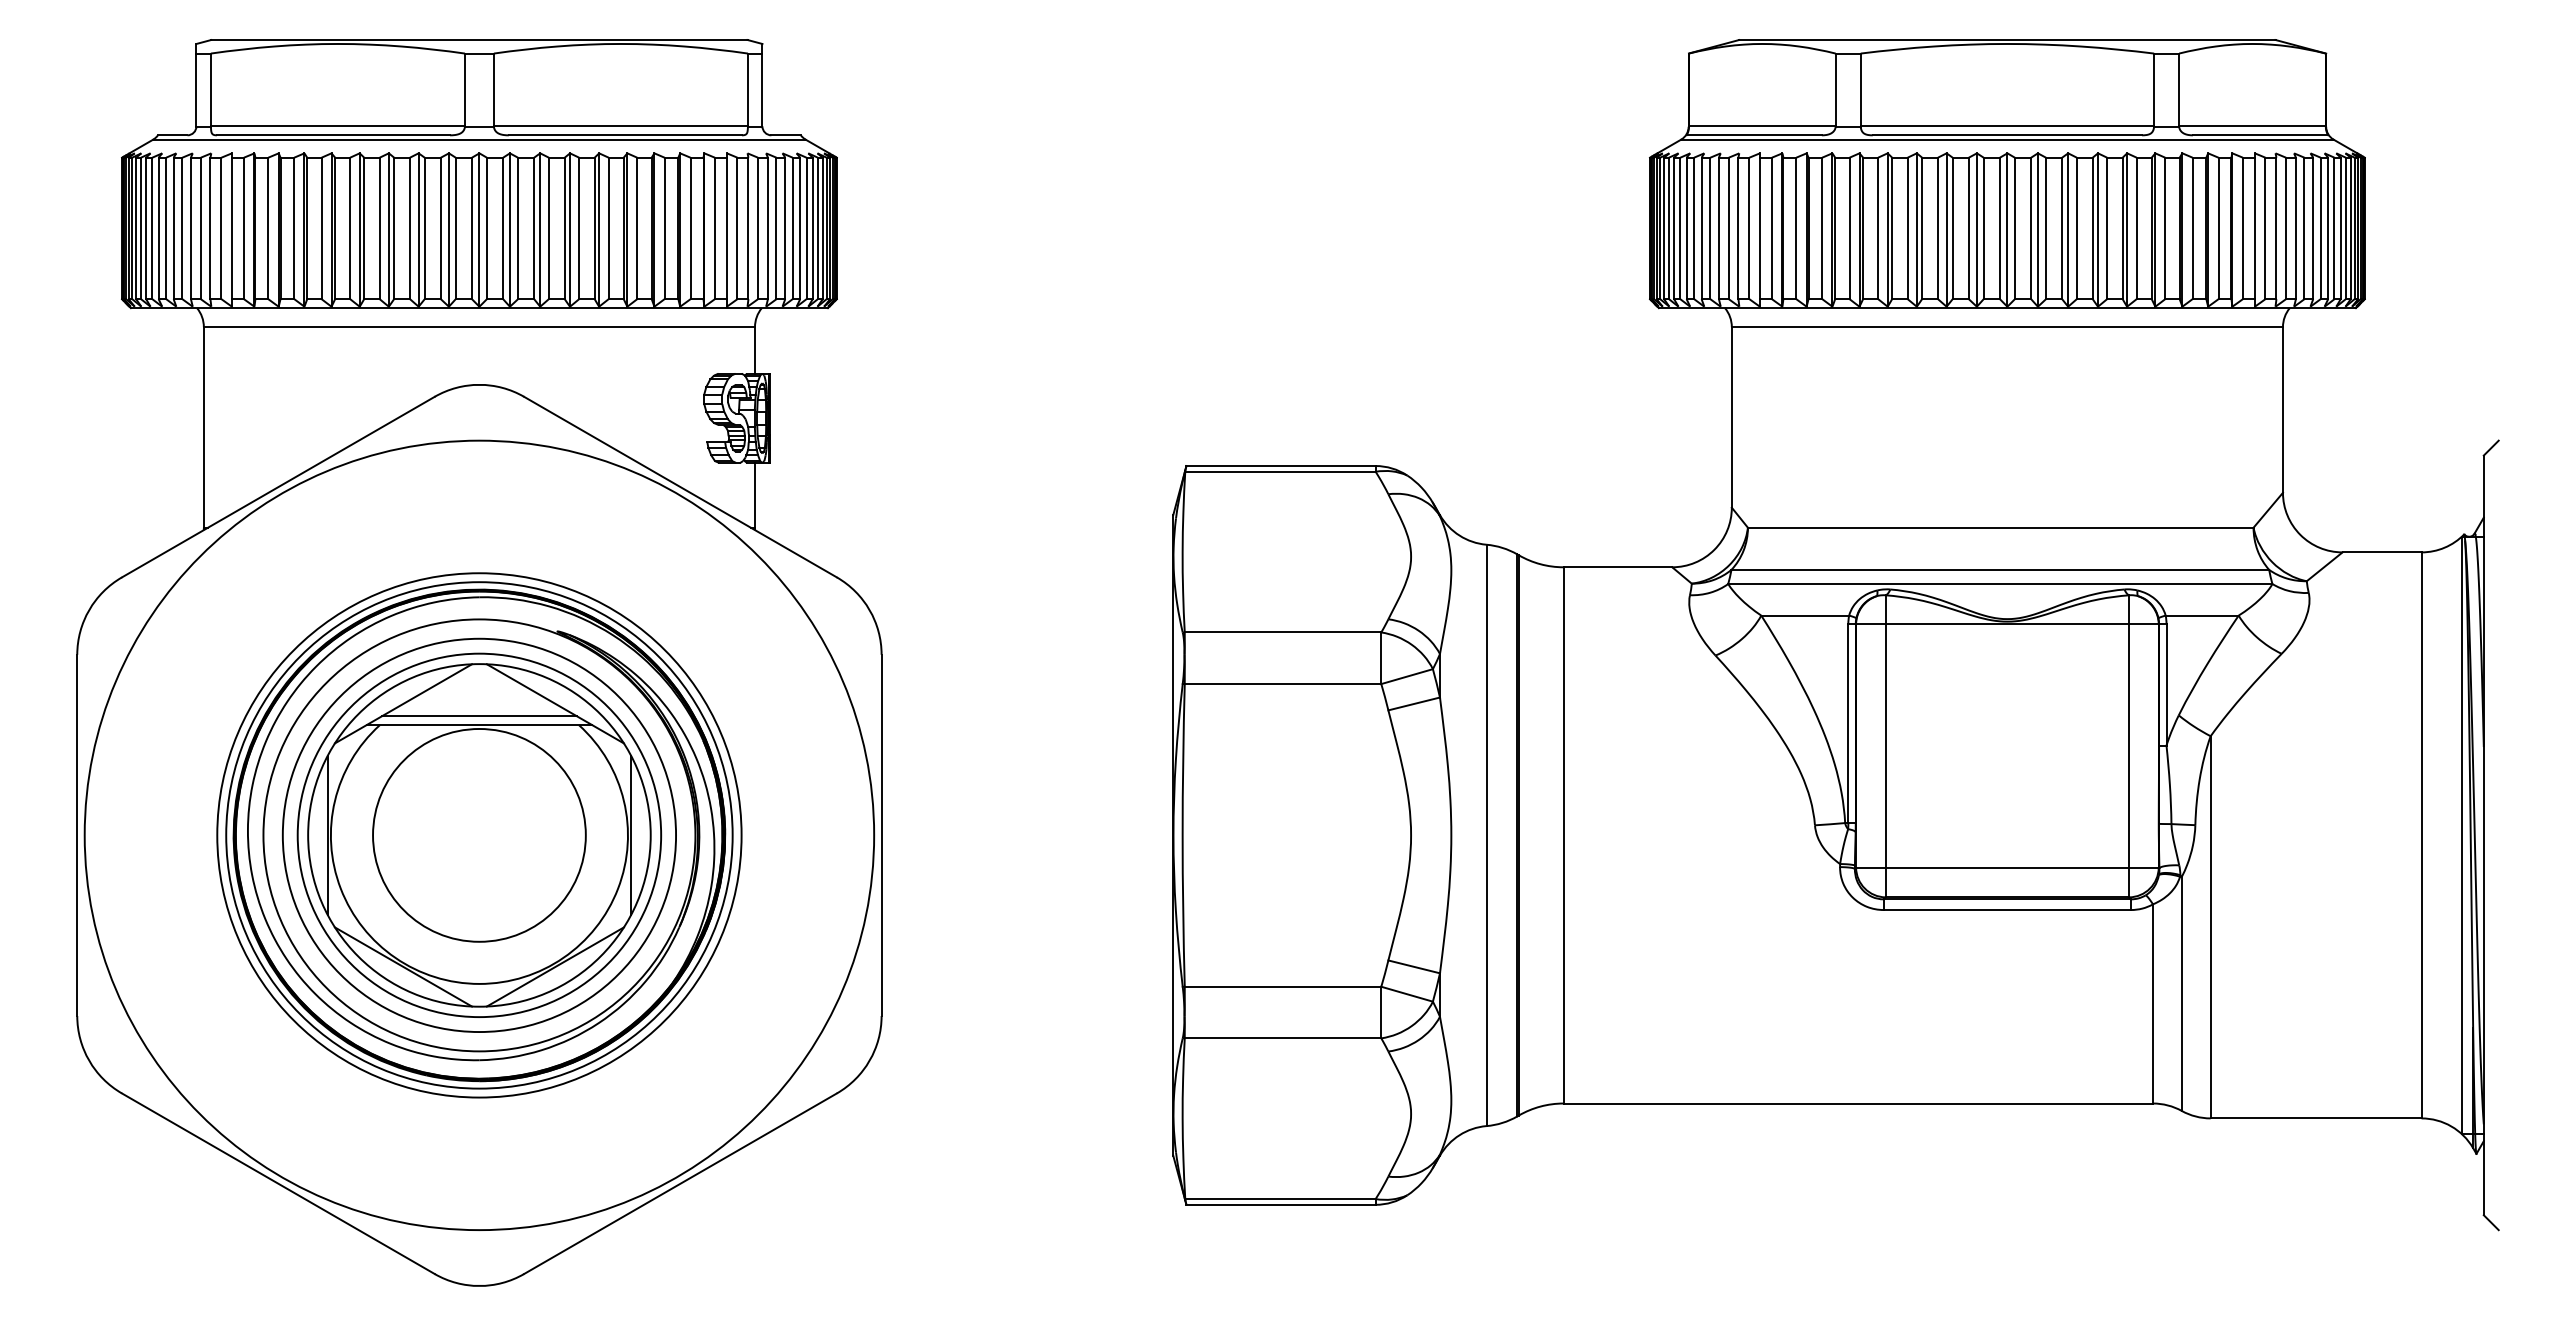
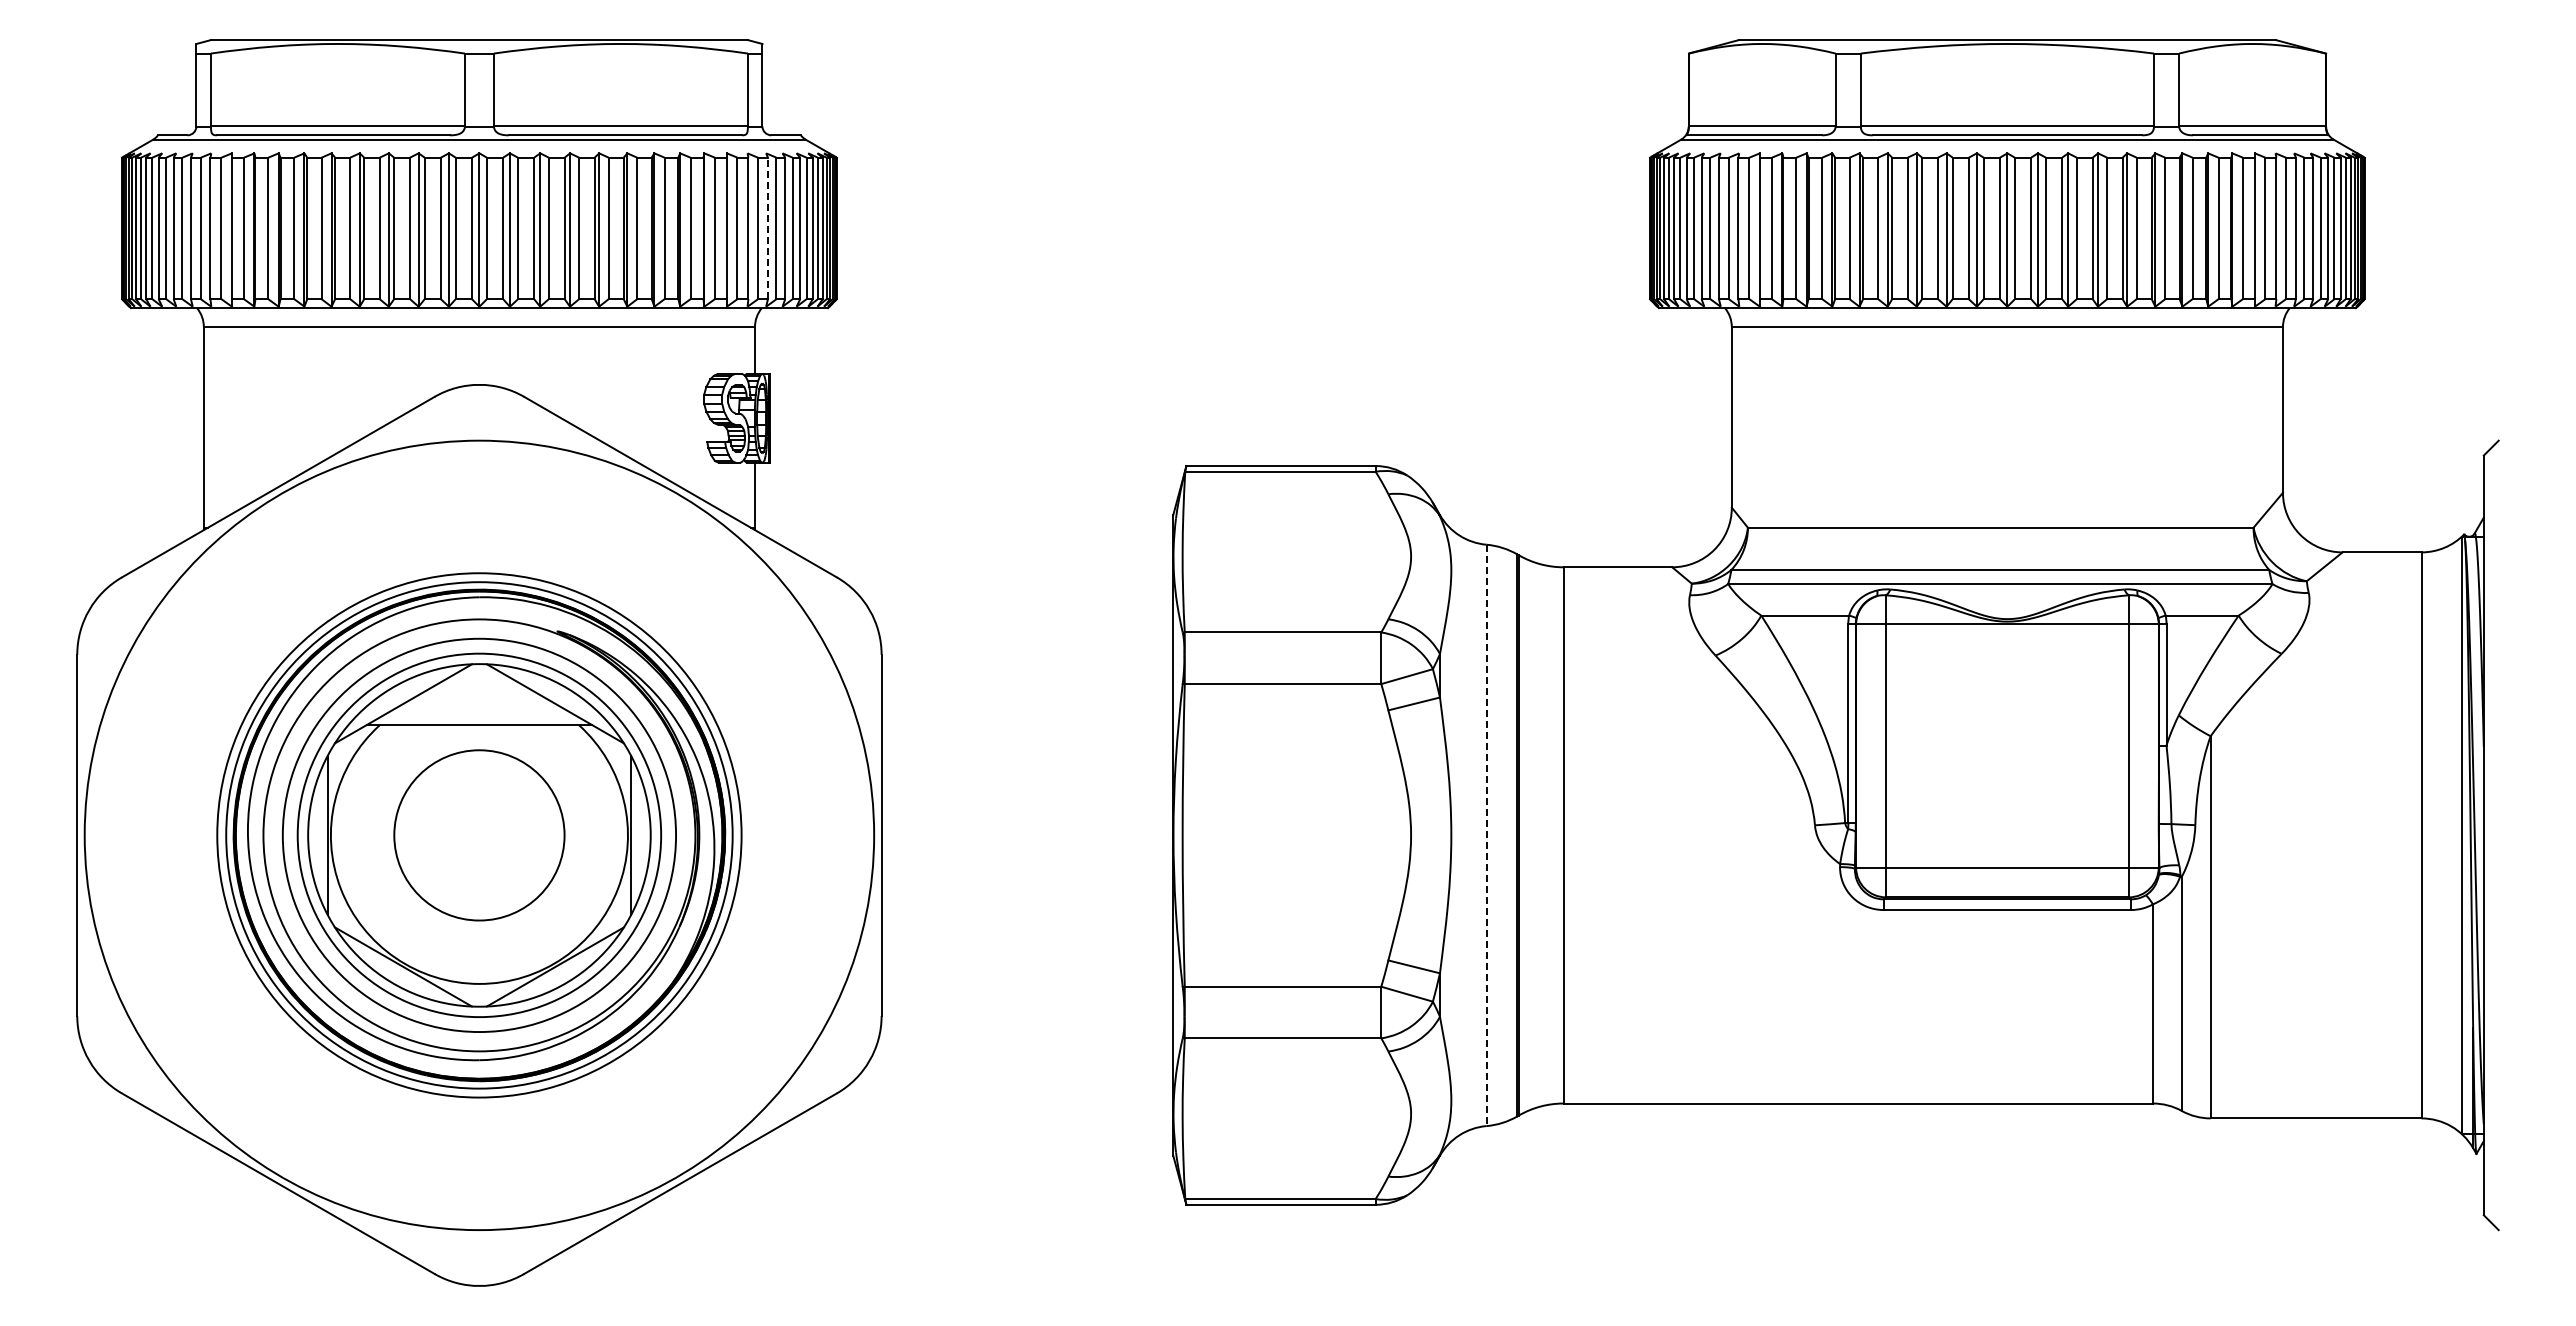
line at (767, 228): solid -> dashed
line at (478, 716): present -> none
circle at (479, 834) diameter: 213 px -> 170 px
line at (1486, 835): solid -> dashed
